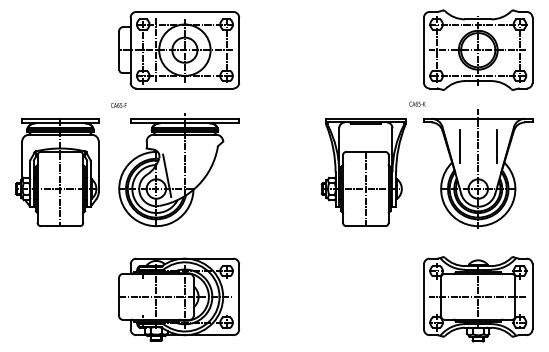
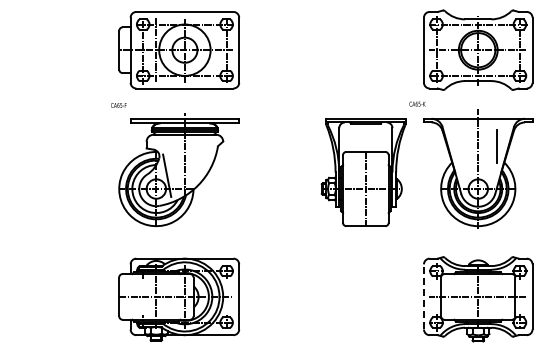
line at (459, 145): present -> none
part at (57, 172): present -> none
line at (423, 296): solid -> dashed
